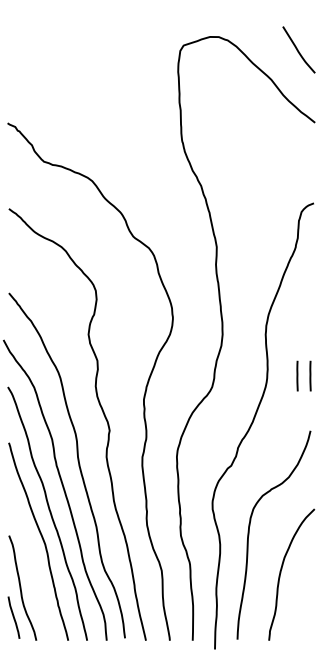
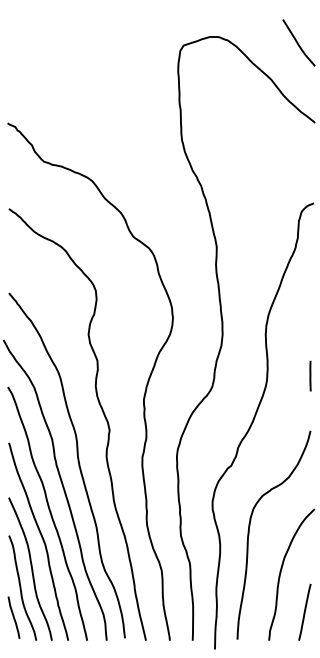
curve at (298, 49) position: (298, 49) -> (298, 42)
line at (297, 375): present -> none
curve at (31, 568): none -> present
line at (304, 611): none -> present
